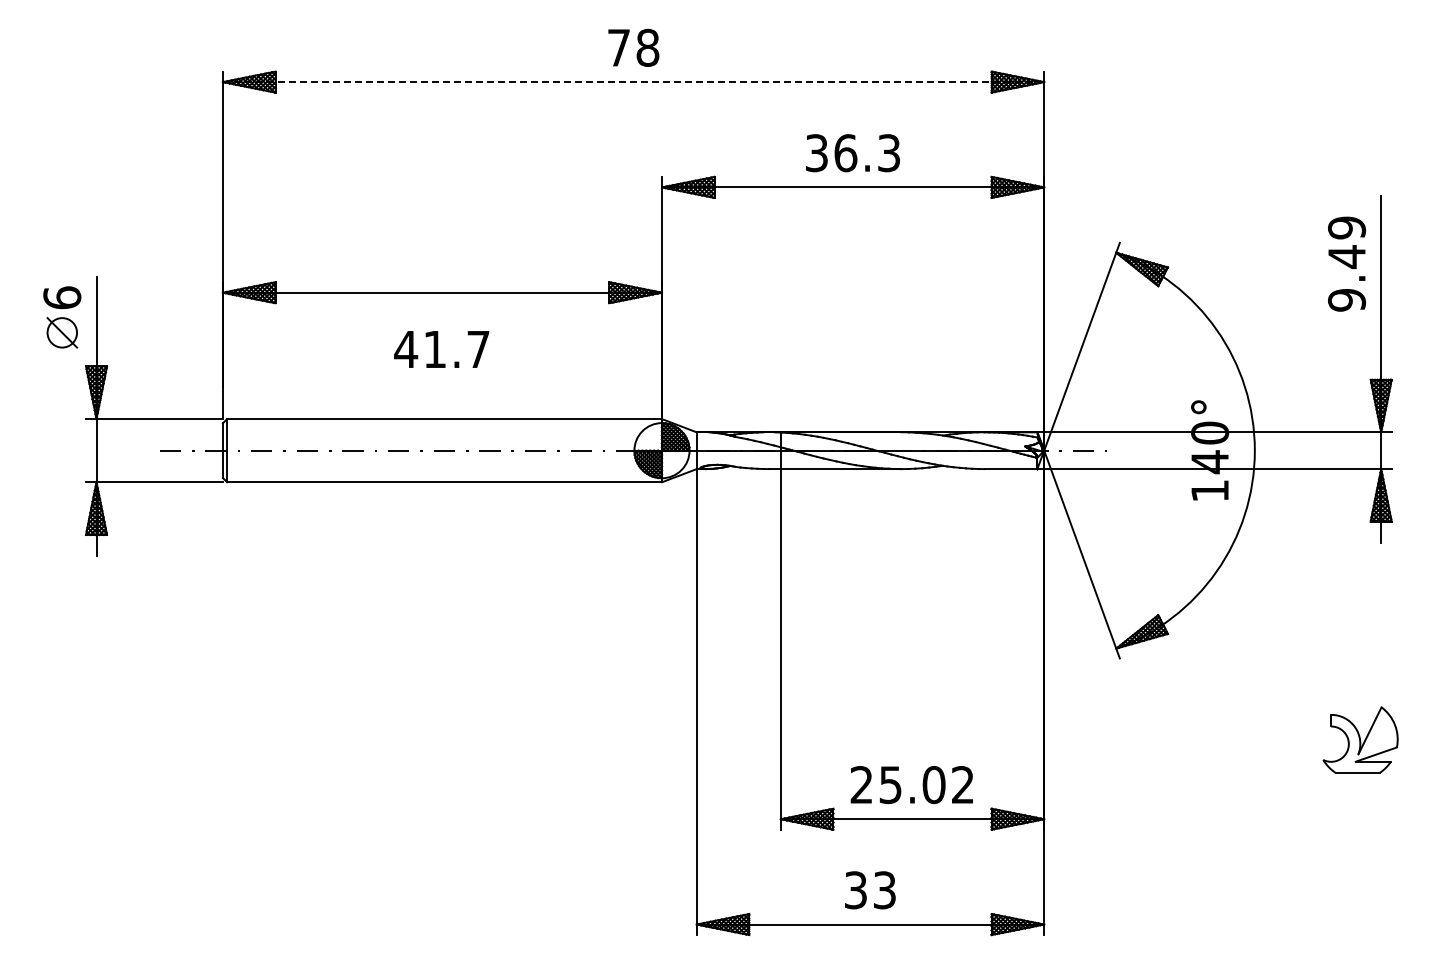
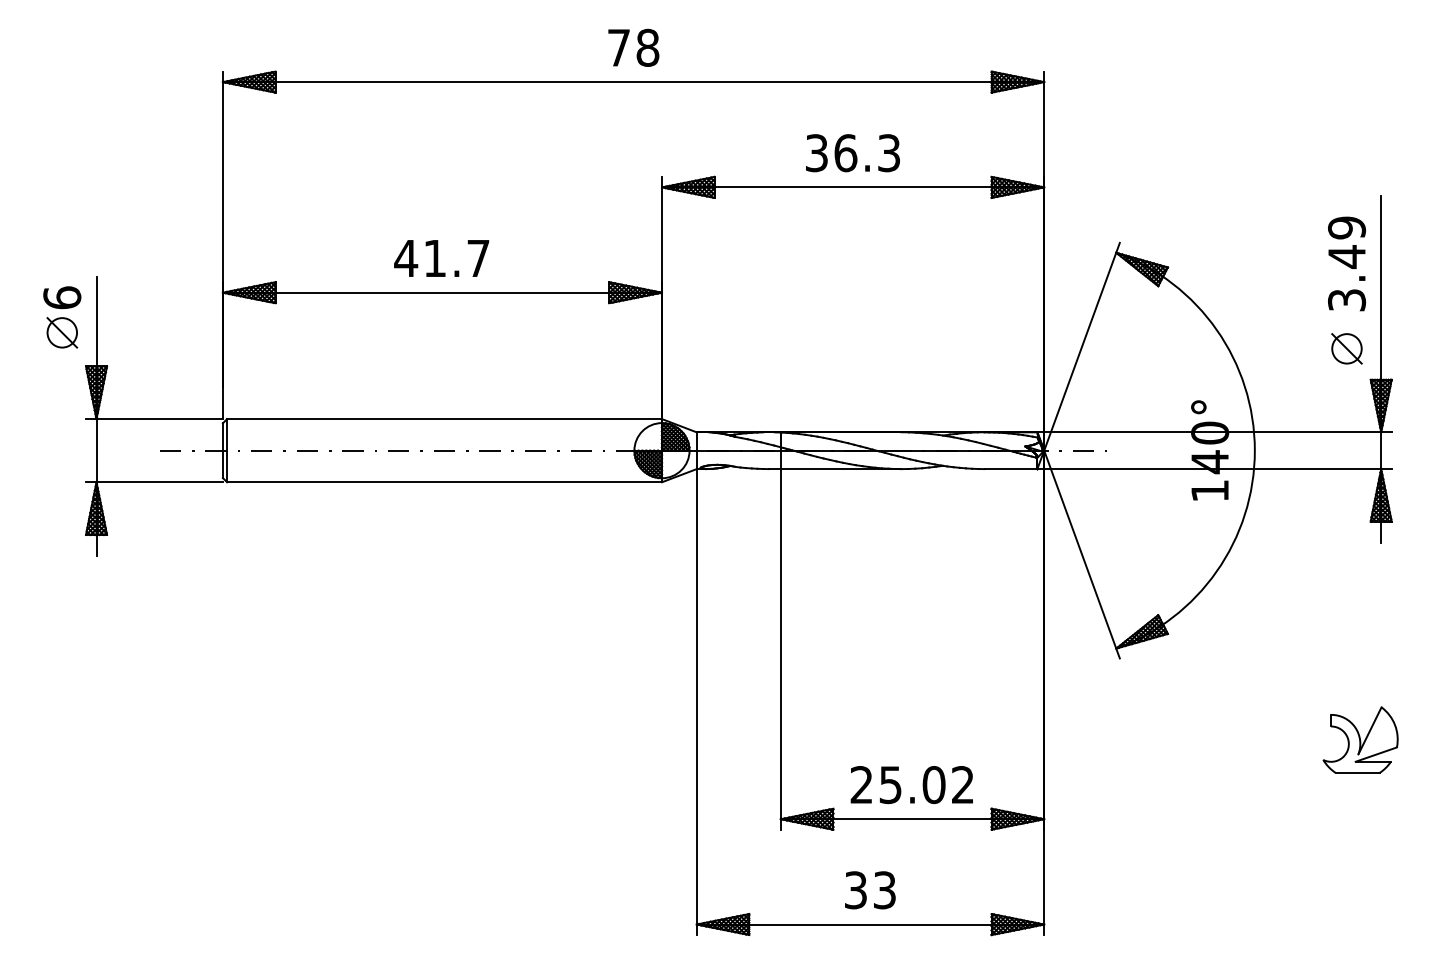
line at (633, 82): dashed -> solid
text at (1346, 300): 9.49 -> 3.49
part at (1346, 348): none -> present
text at (441, 349) position: (441, 349) -> (441, 258)
